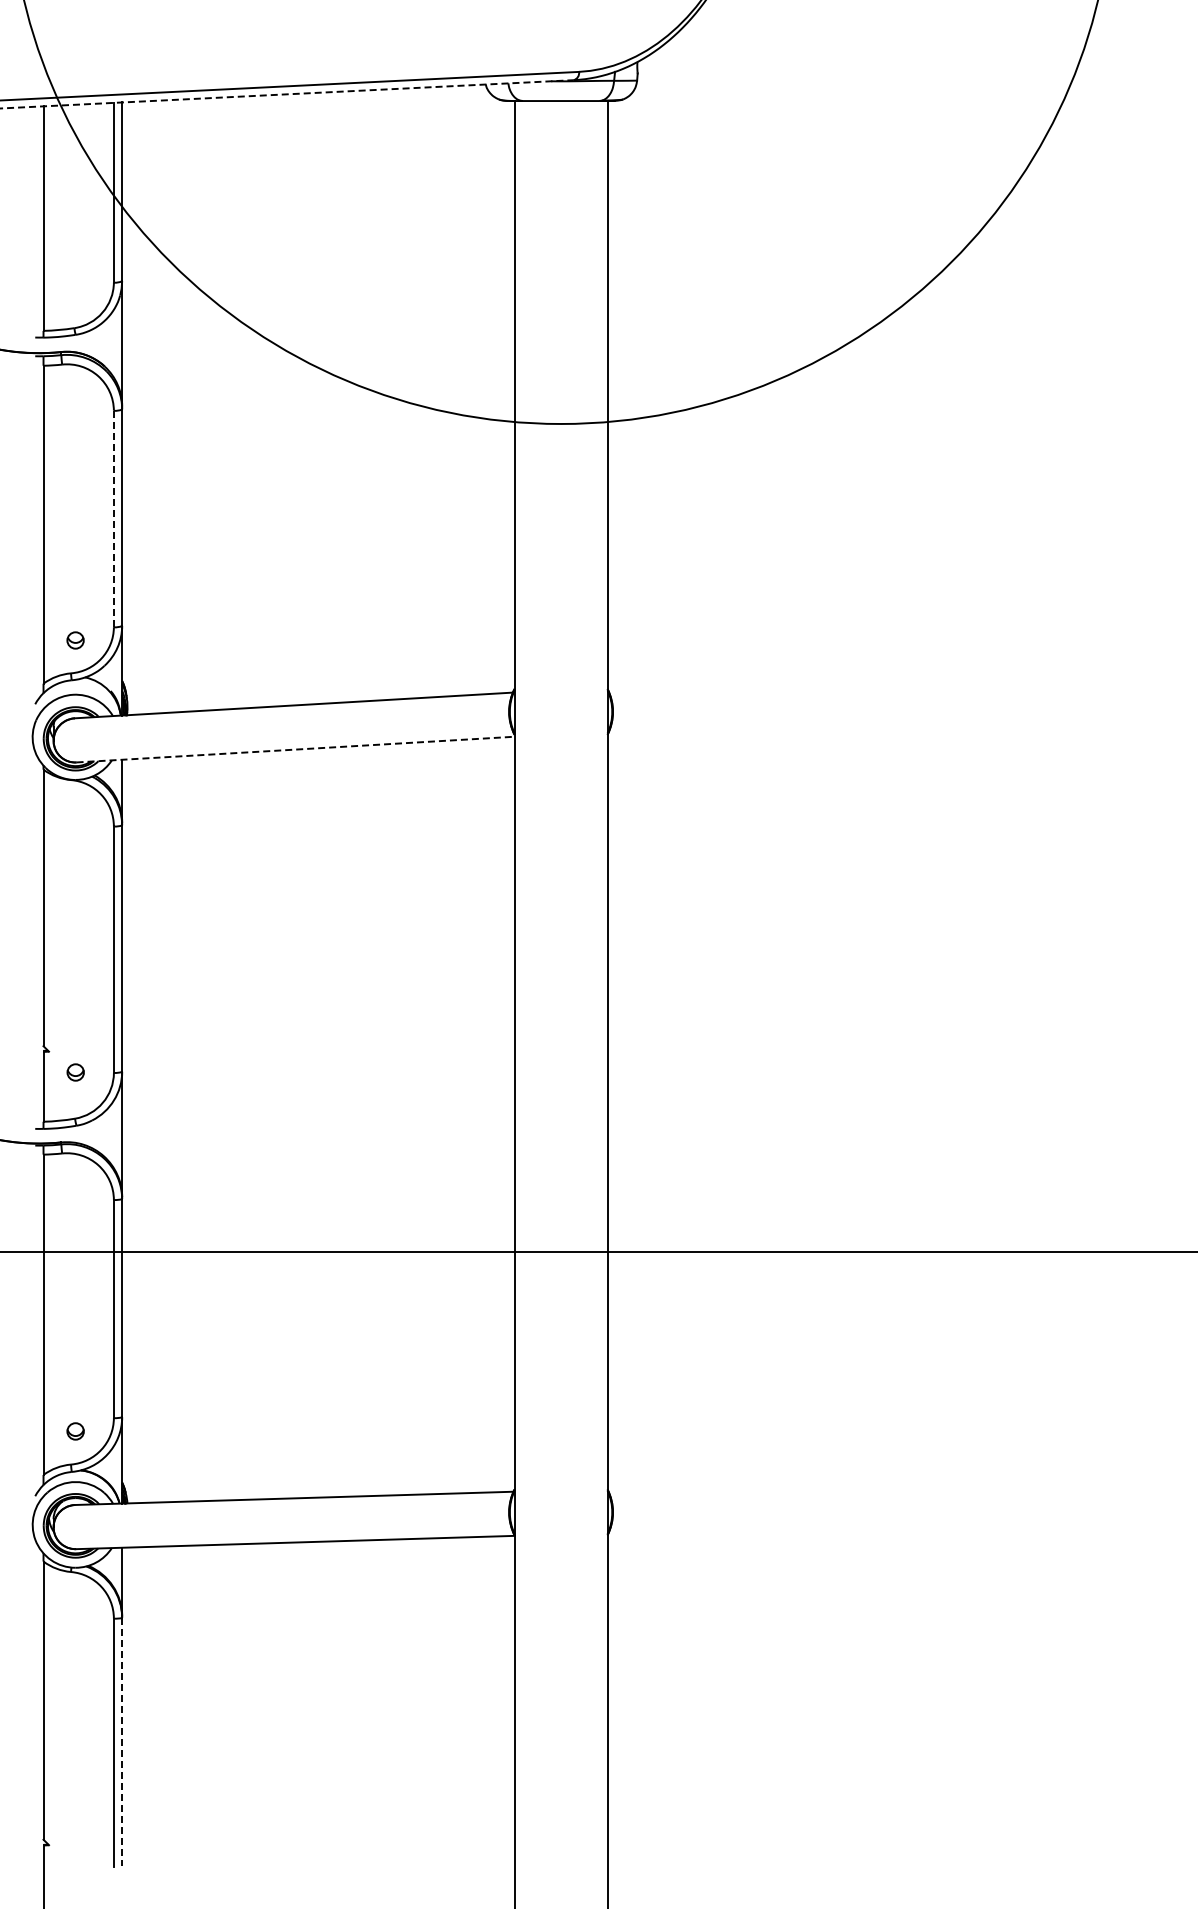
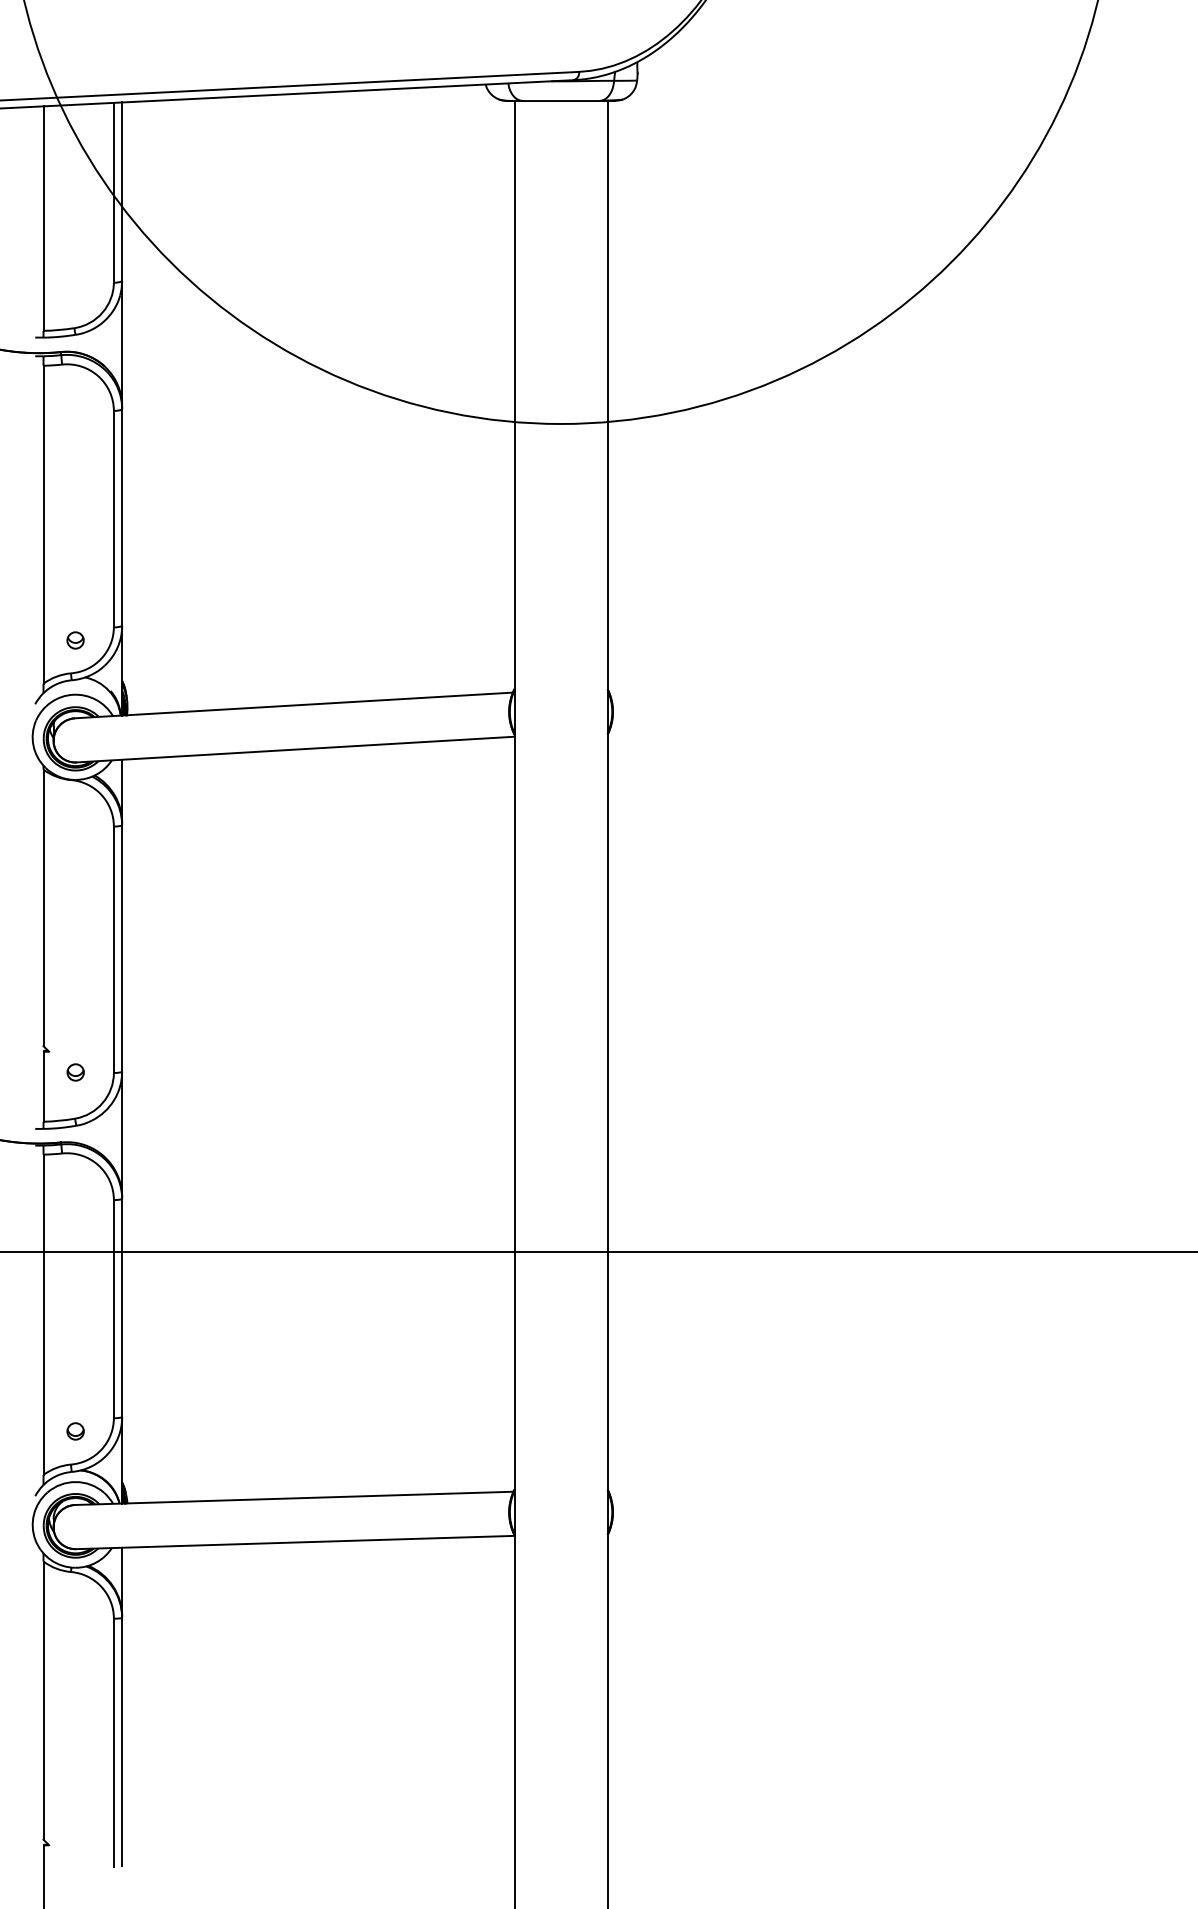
line at (287, 94): dashed -> solid
line at (113, 518): dashed -> solid
line at (296, 749): dashed -> solid
line at (122, 1741): dashed -> solid
